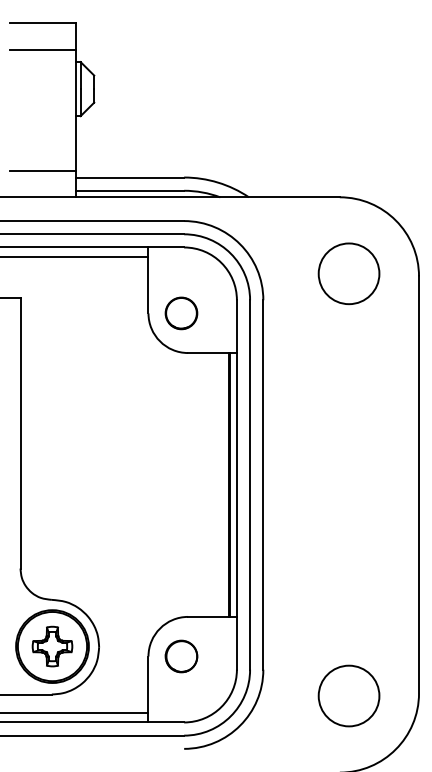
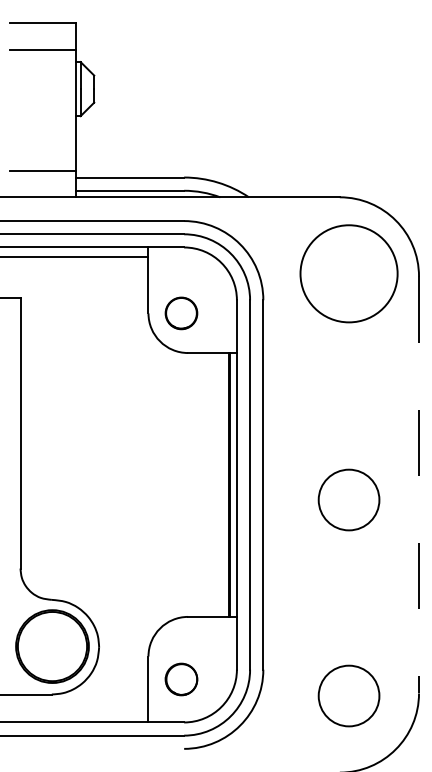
circle at (348, 273) diameter: 61 px -> 97 px
line at (418, 485): solid -> dashed
circle at (348, 499): none -> present
part at (52, 646): present -> none
part at (181, 656) position: (181, 656) -> (181, 679)
line at (75, 712): present -> none
